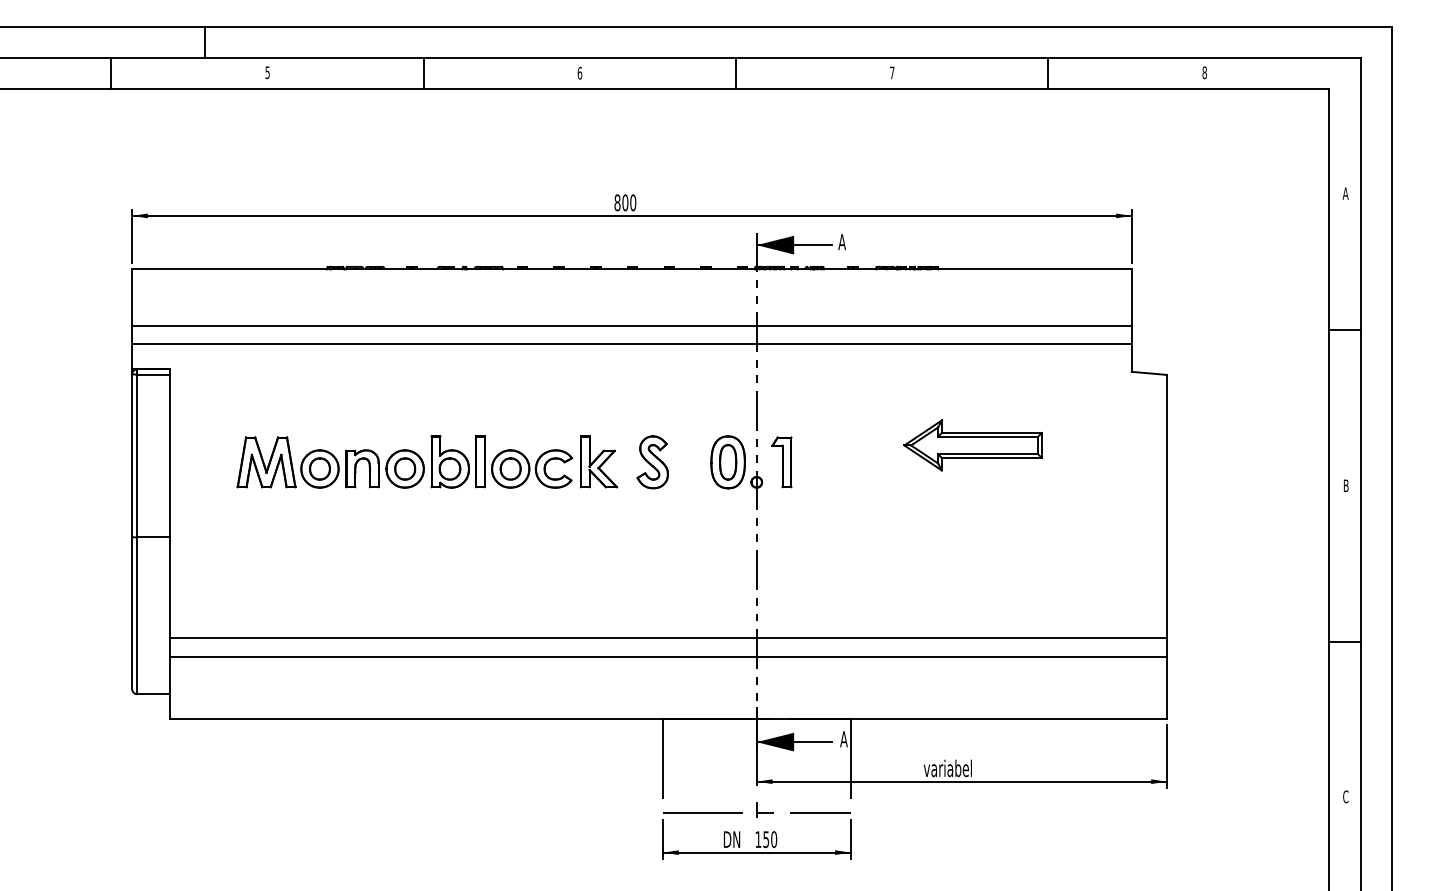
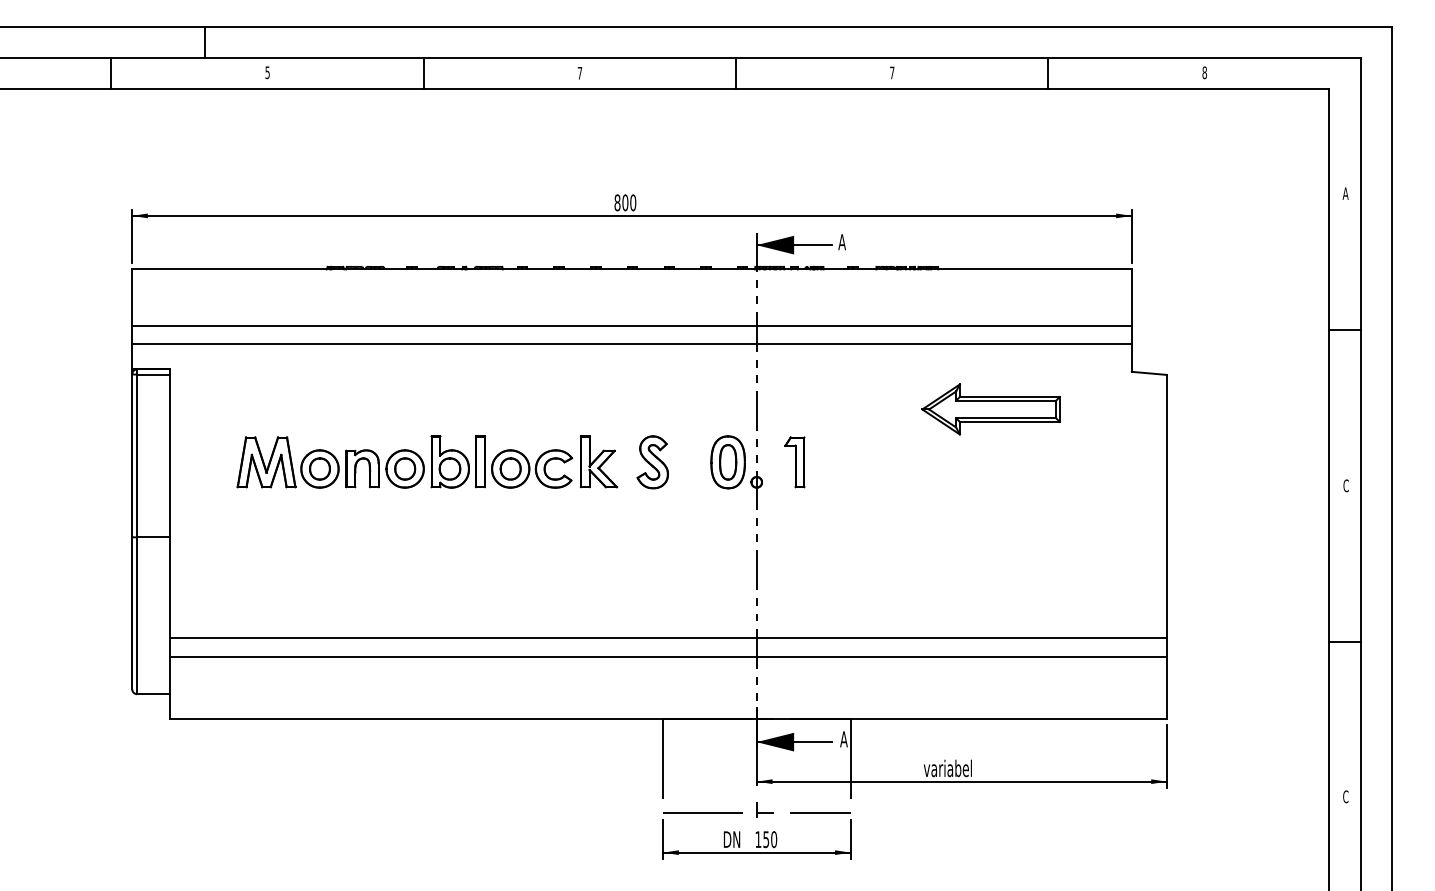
text at (579, 72): 6 -> 7
part at (972, 445) position: (972, 445) -> (990, 409)
part at (781, 462) position: (781, 462) -> (794, 462)
text at (1345, 485): B -> C
